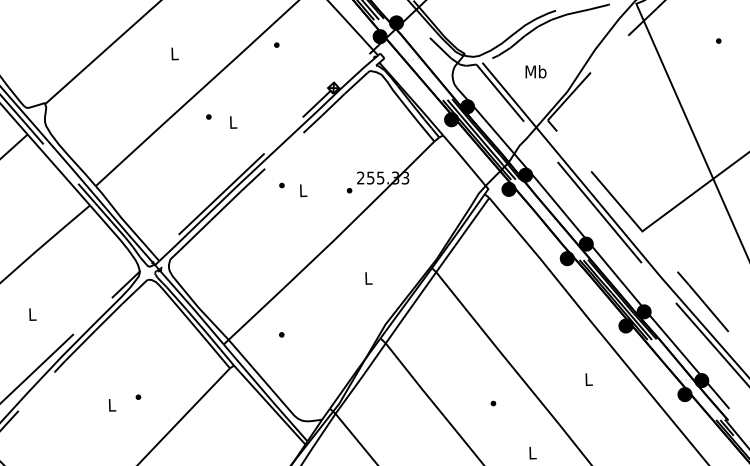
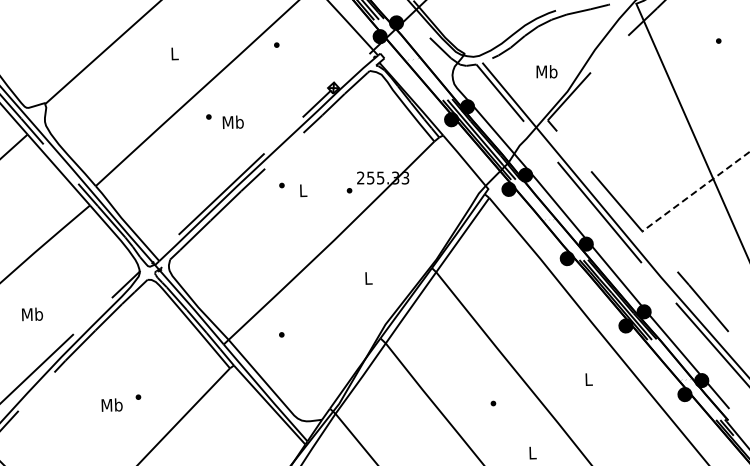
text at (535, 71) position: (535, 71) -> (546, 71)
text at (232, 121): L -> Mb
line at (696, 191): solid -> dashed
text at (32, 314): L -> Mb
text at (111, 404): L -> Mb
